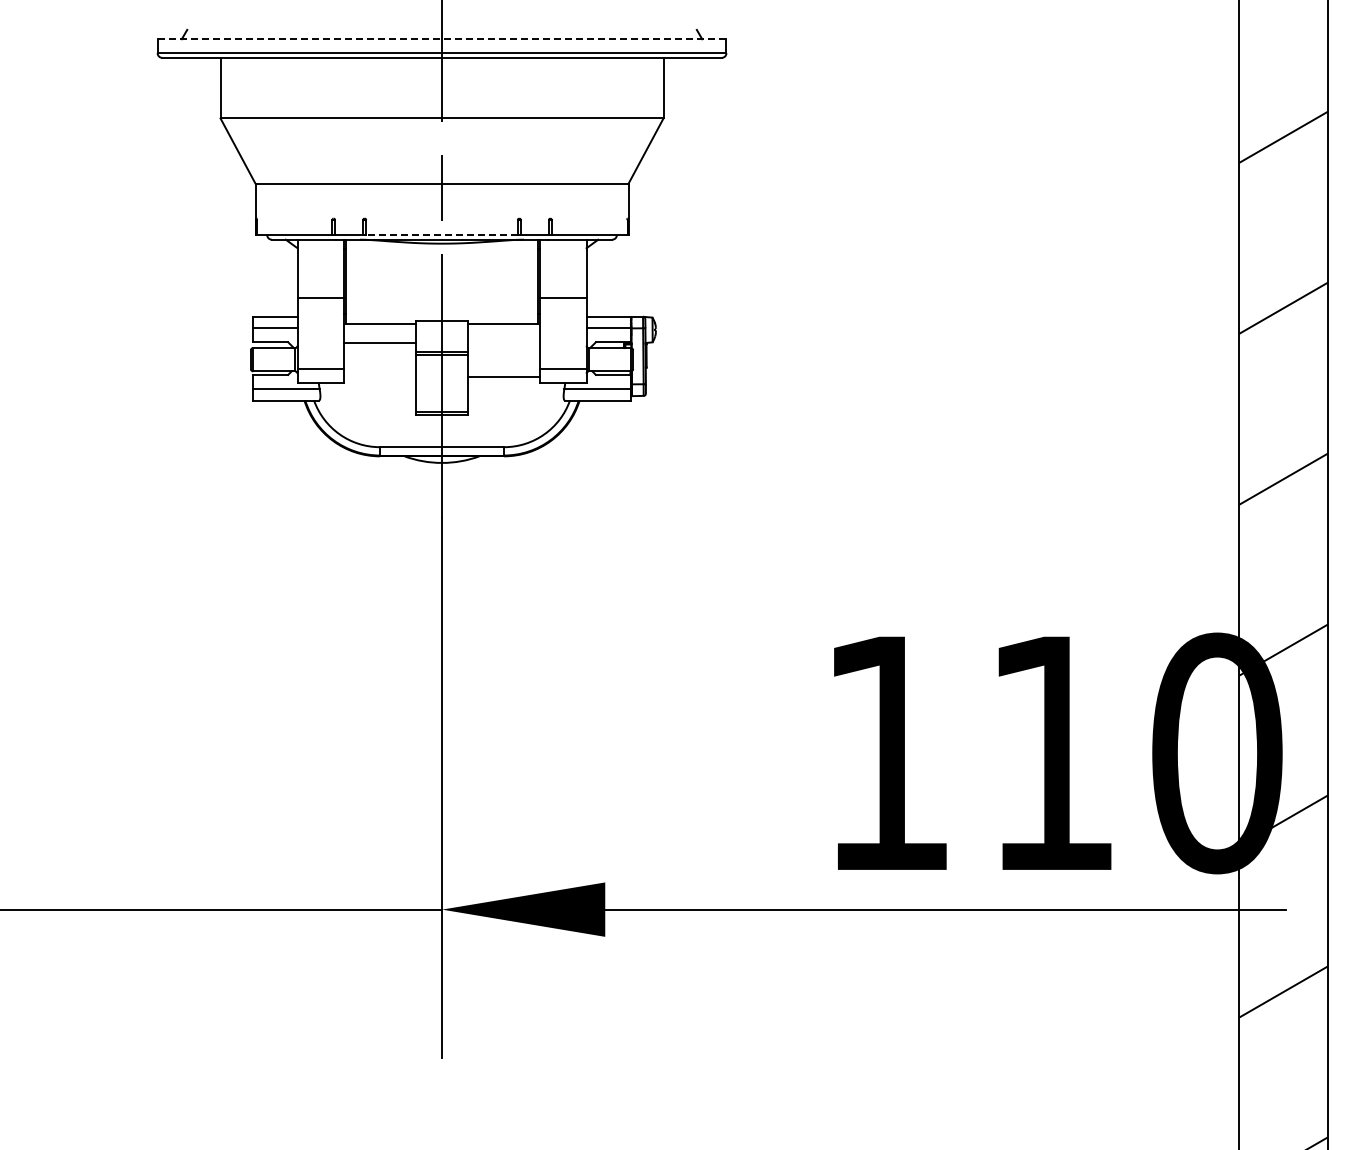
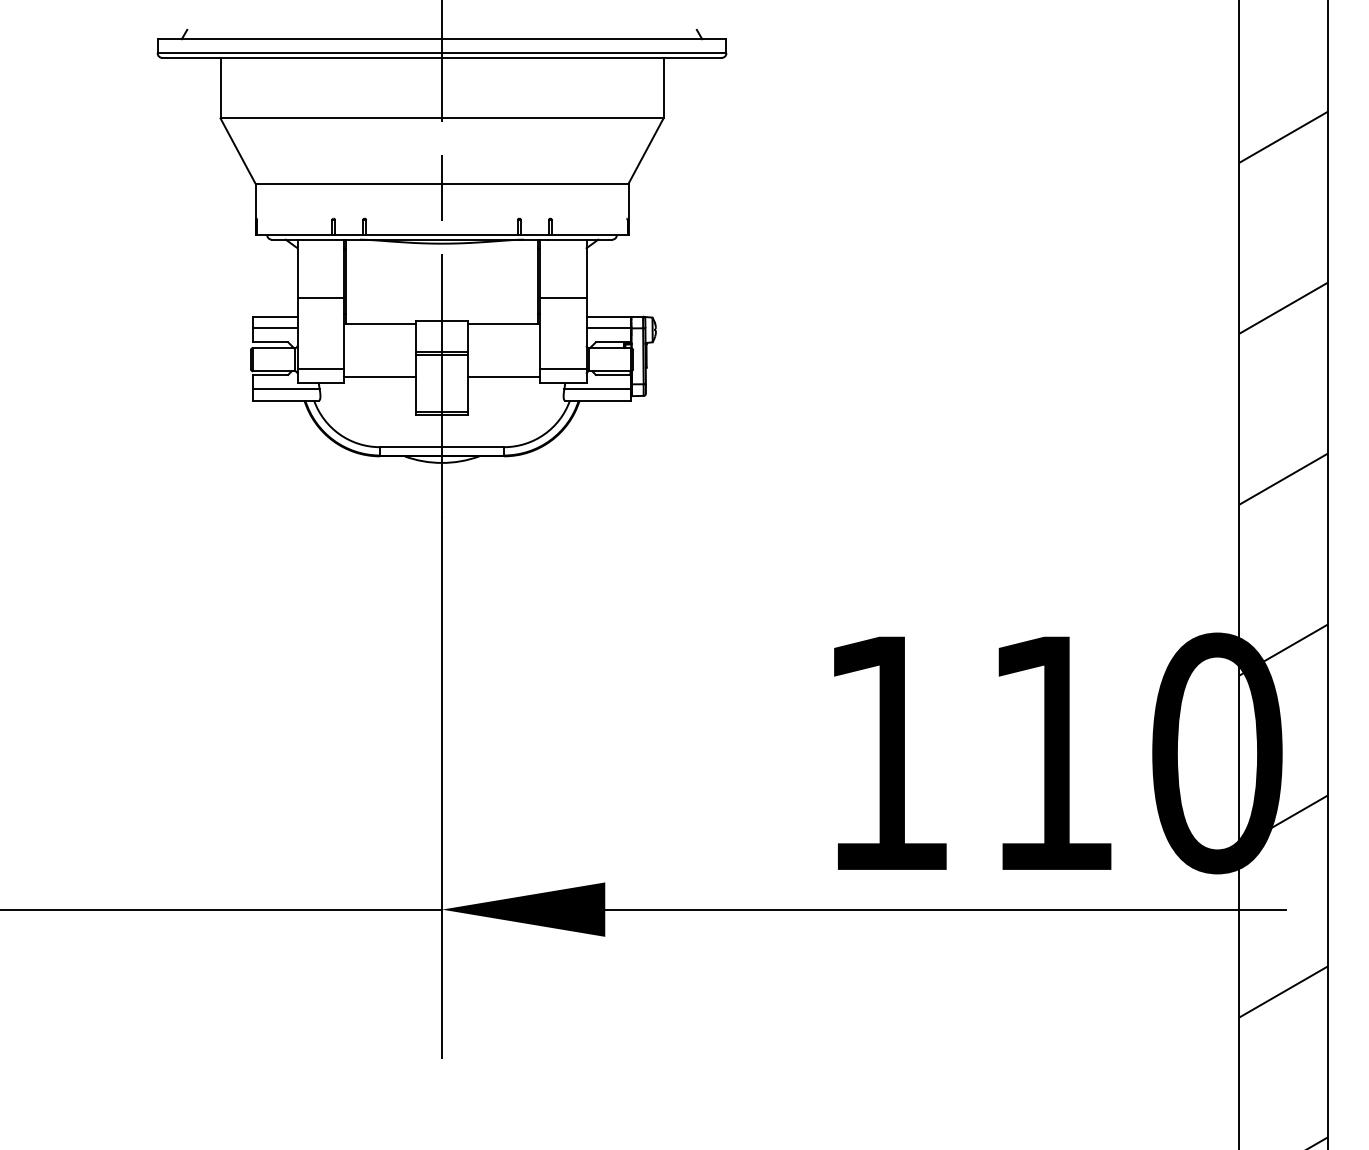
line at (441, 39): dashed -> solid
line at (442, 235): dashed -> solid
line at (380, 343) position: (380, 343) -> (380, 377)
